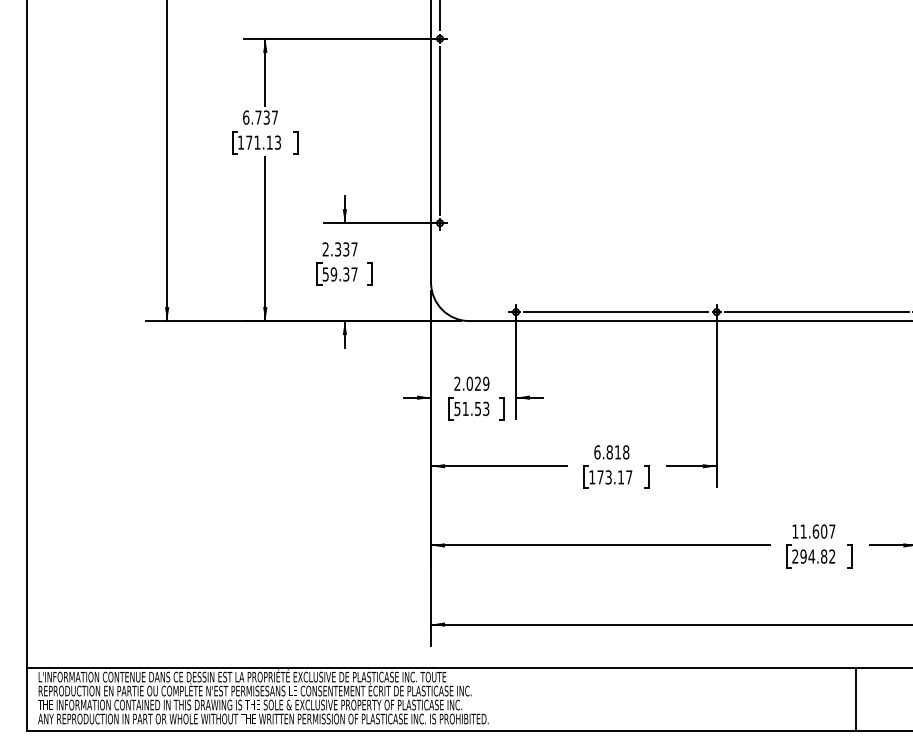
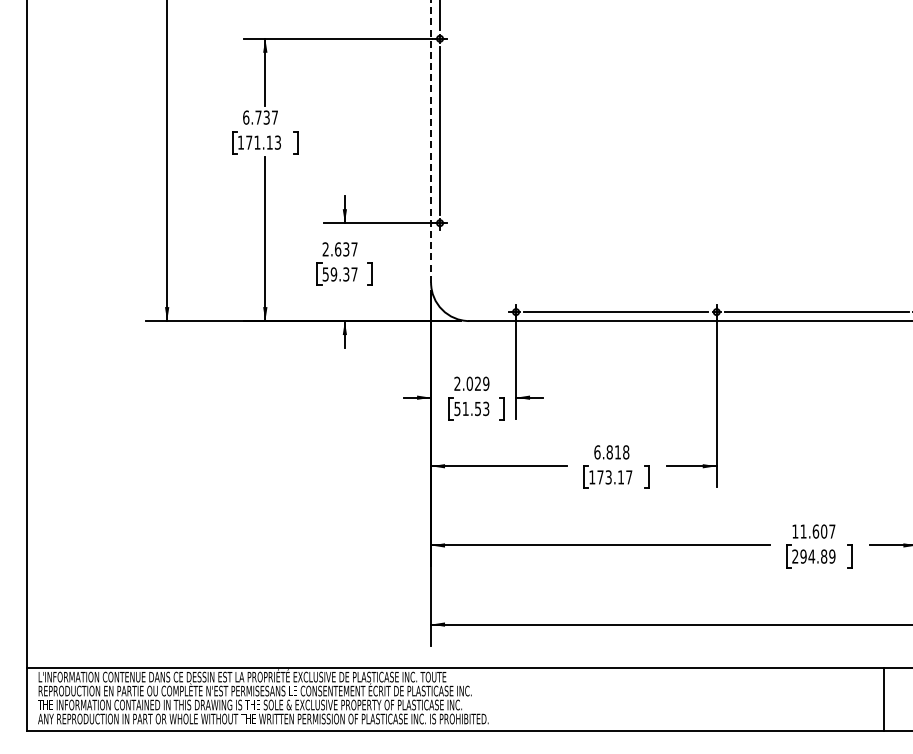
line at (431, 141): solid -> dashed
text at (338, 249): 2.337 -> 2.637
text at (832, 556): 294.82 -> 294.89
line at (855, 699) position: (855, 699) -> (883, 699)
